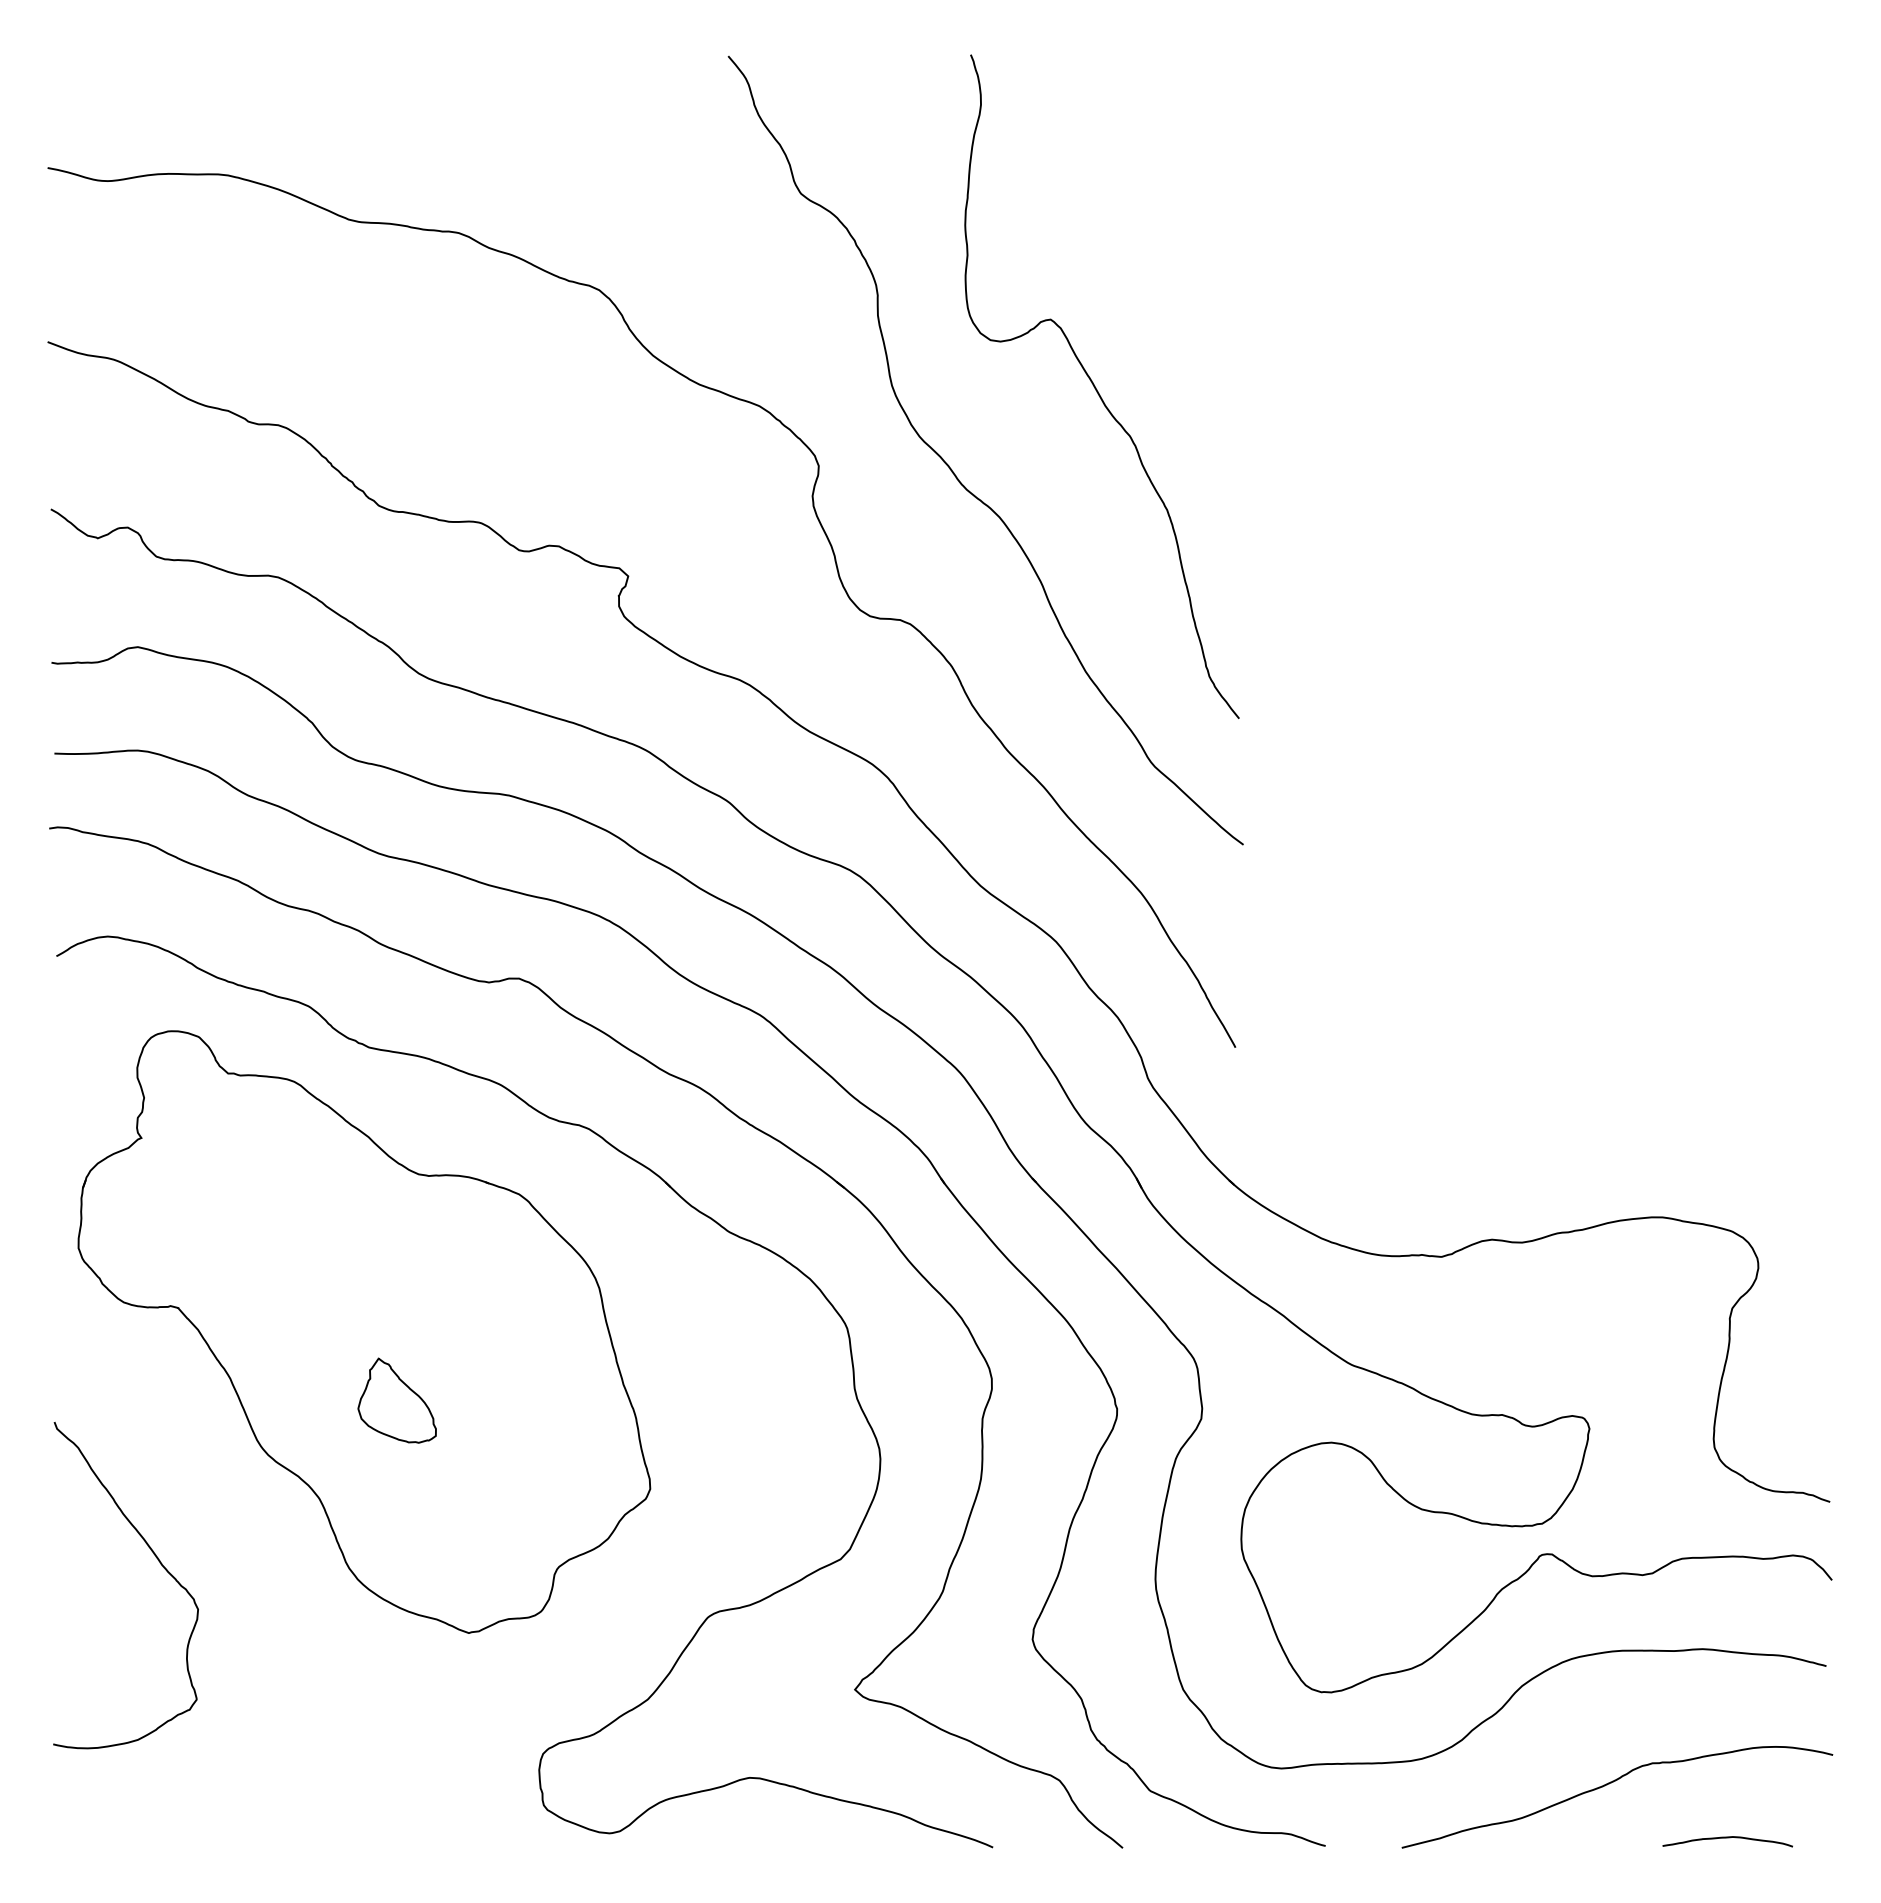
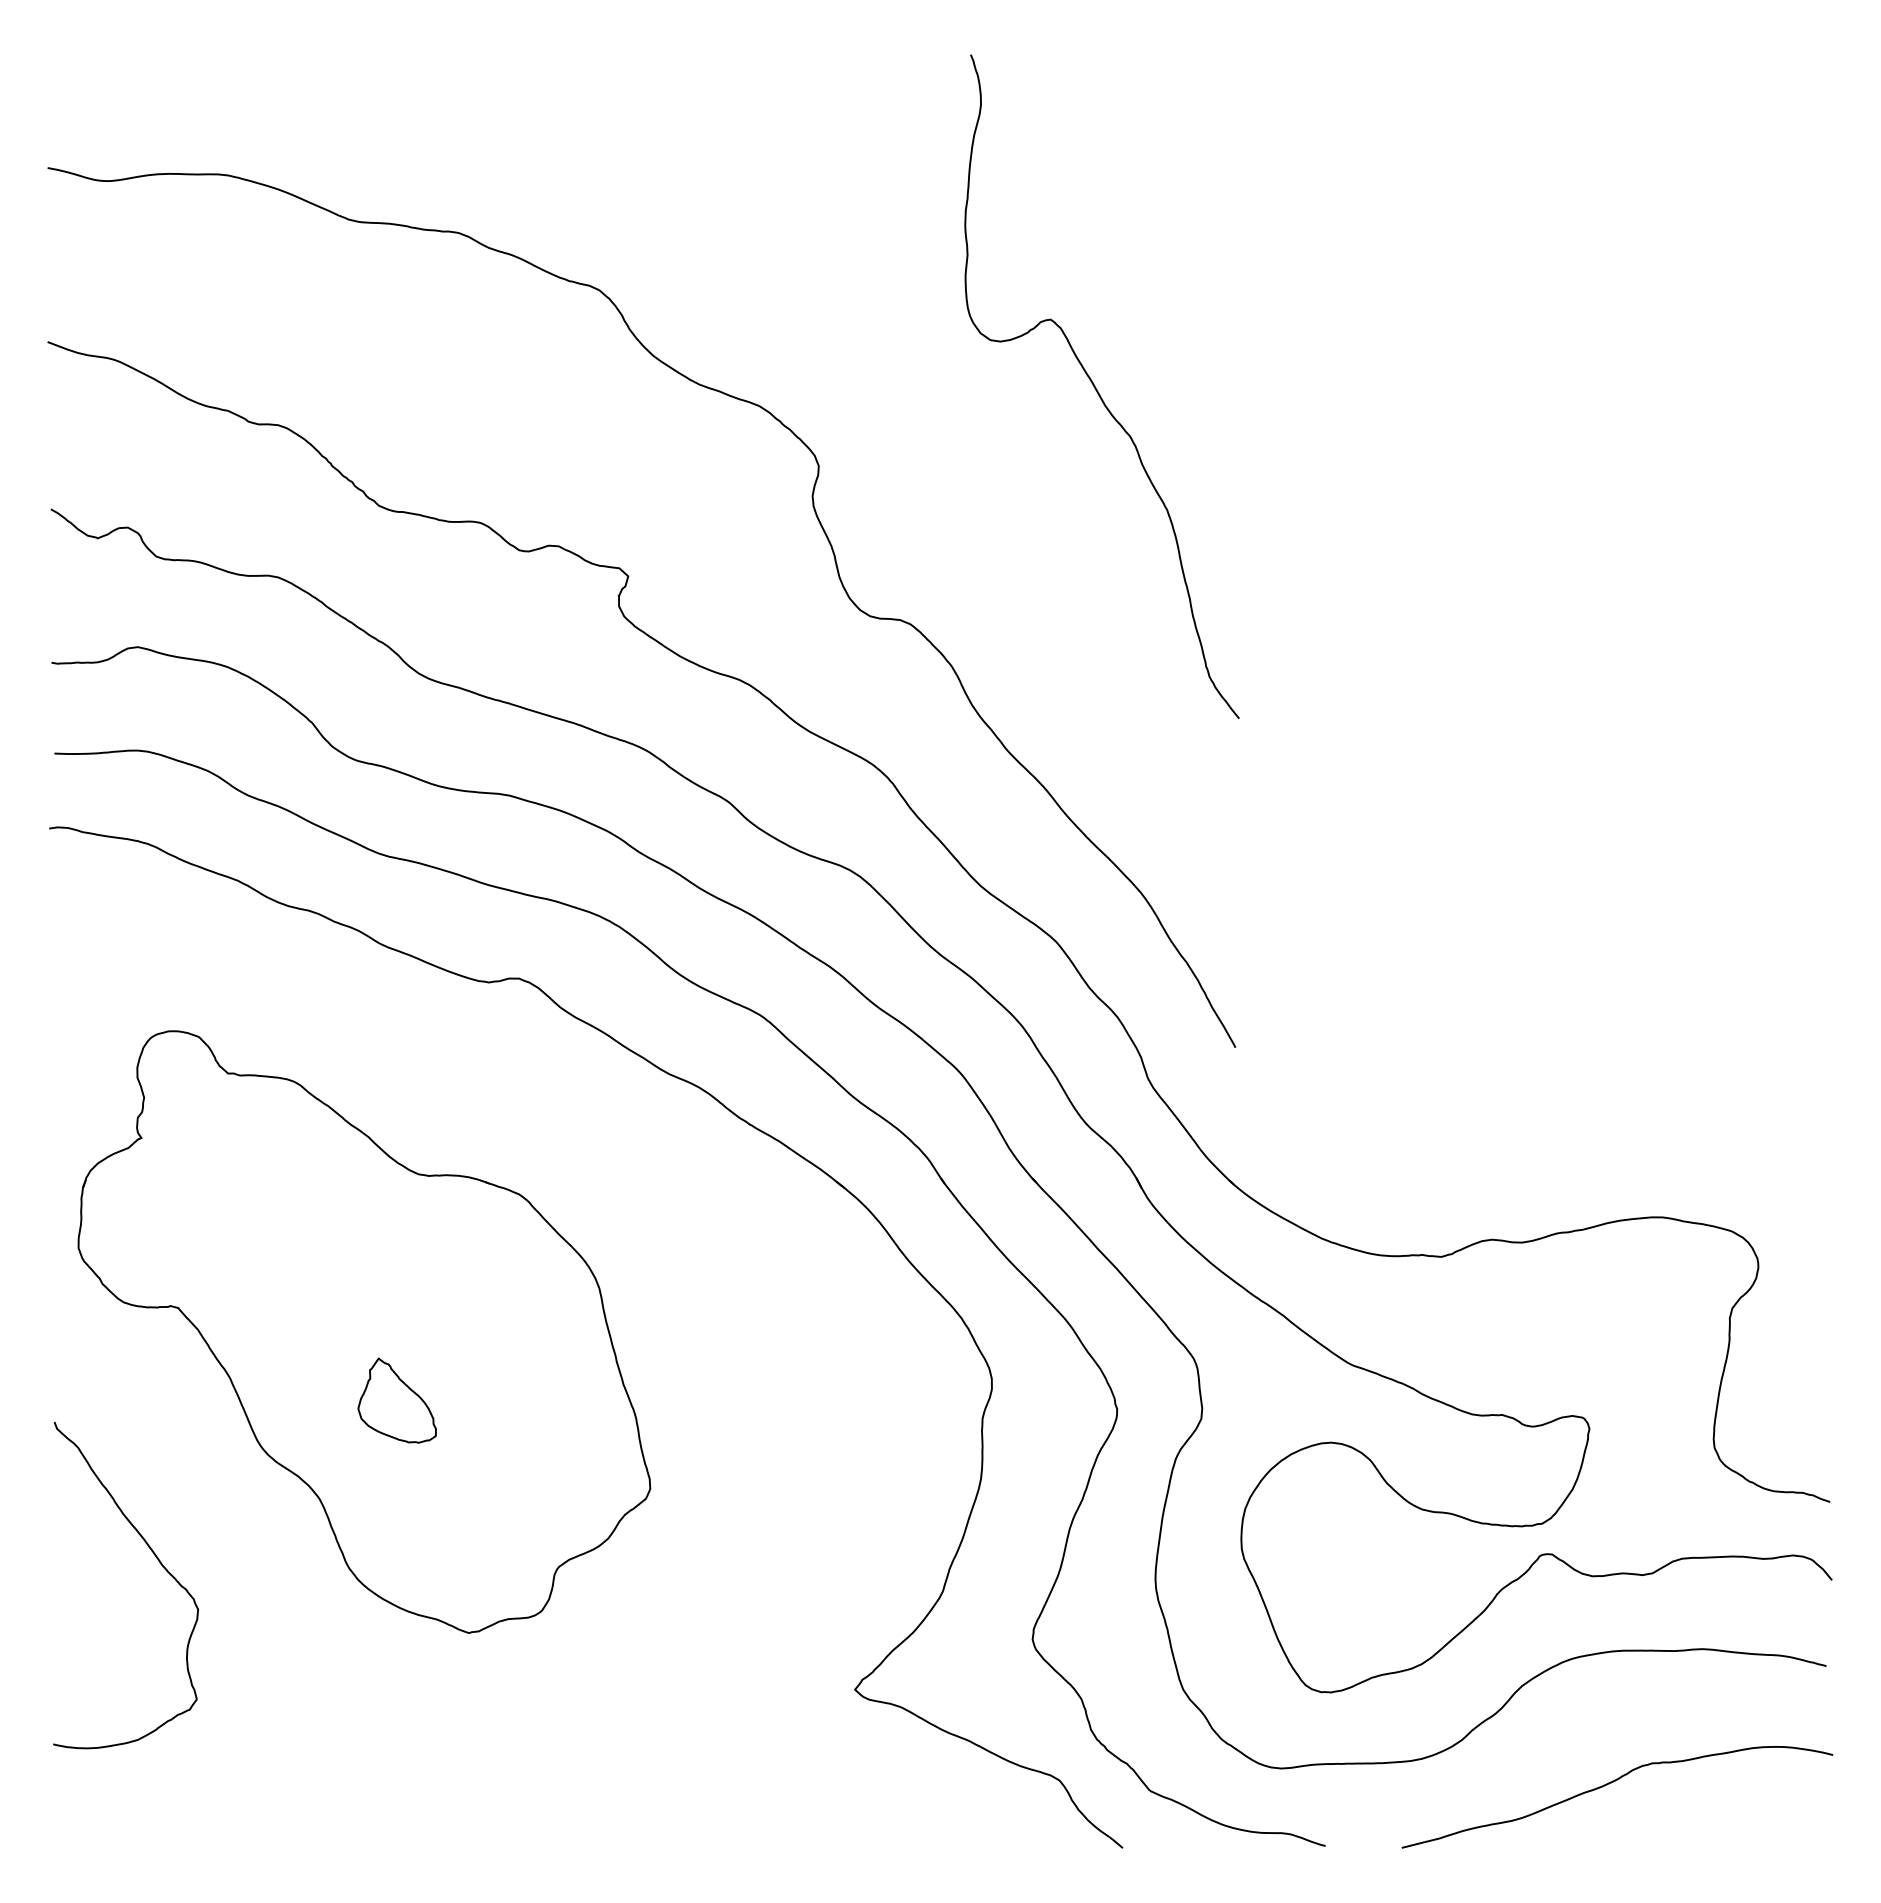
curve at (954, 472): present -> none
part at (687, 1204): present -> none
curve at (1727, 1838): present -> none
